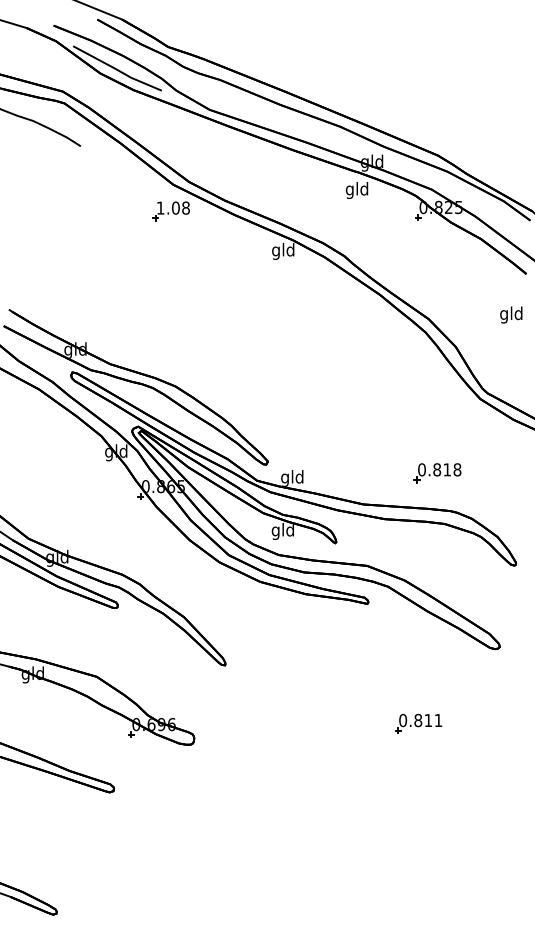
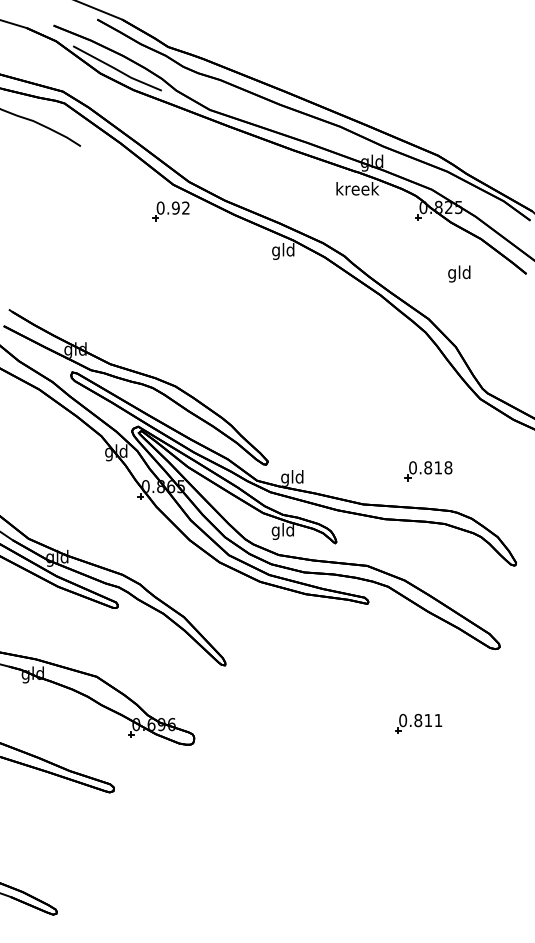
text at (357, 190): gld -> kreek
text at (172, 207): 1.08 -> 0.92
text at (511, 314) position: (511, 314) -> (459, 273)
part at (437, 473) position: (437, 473) -> (428, 471)
